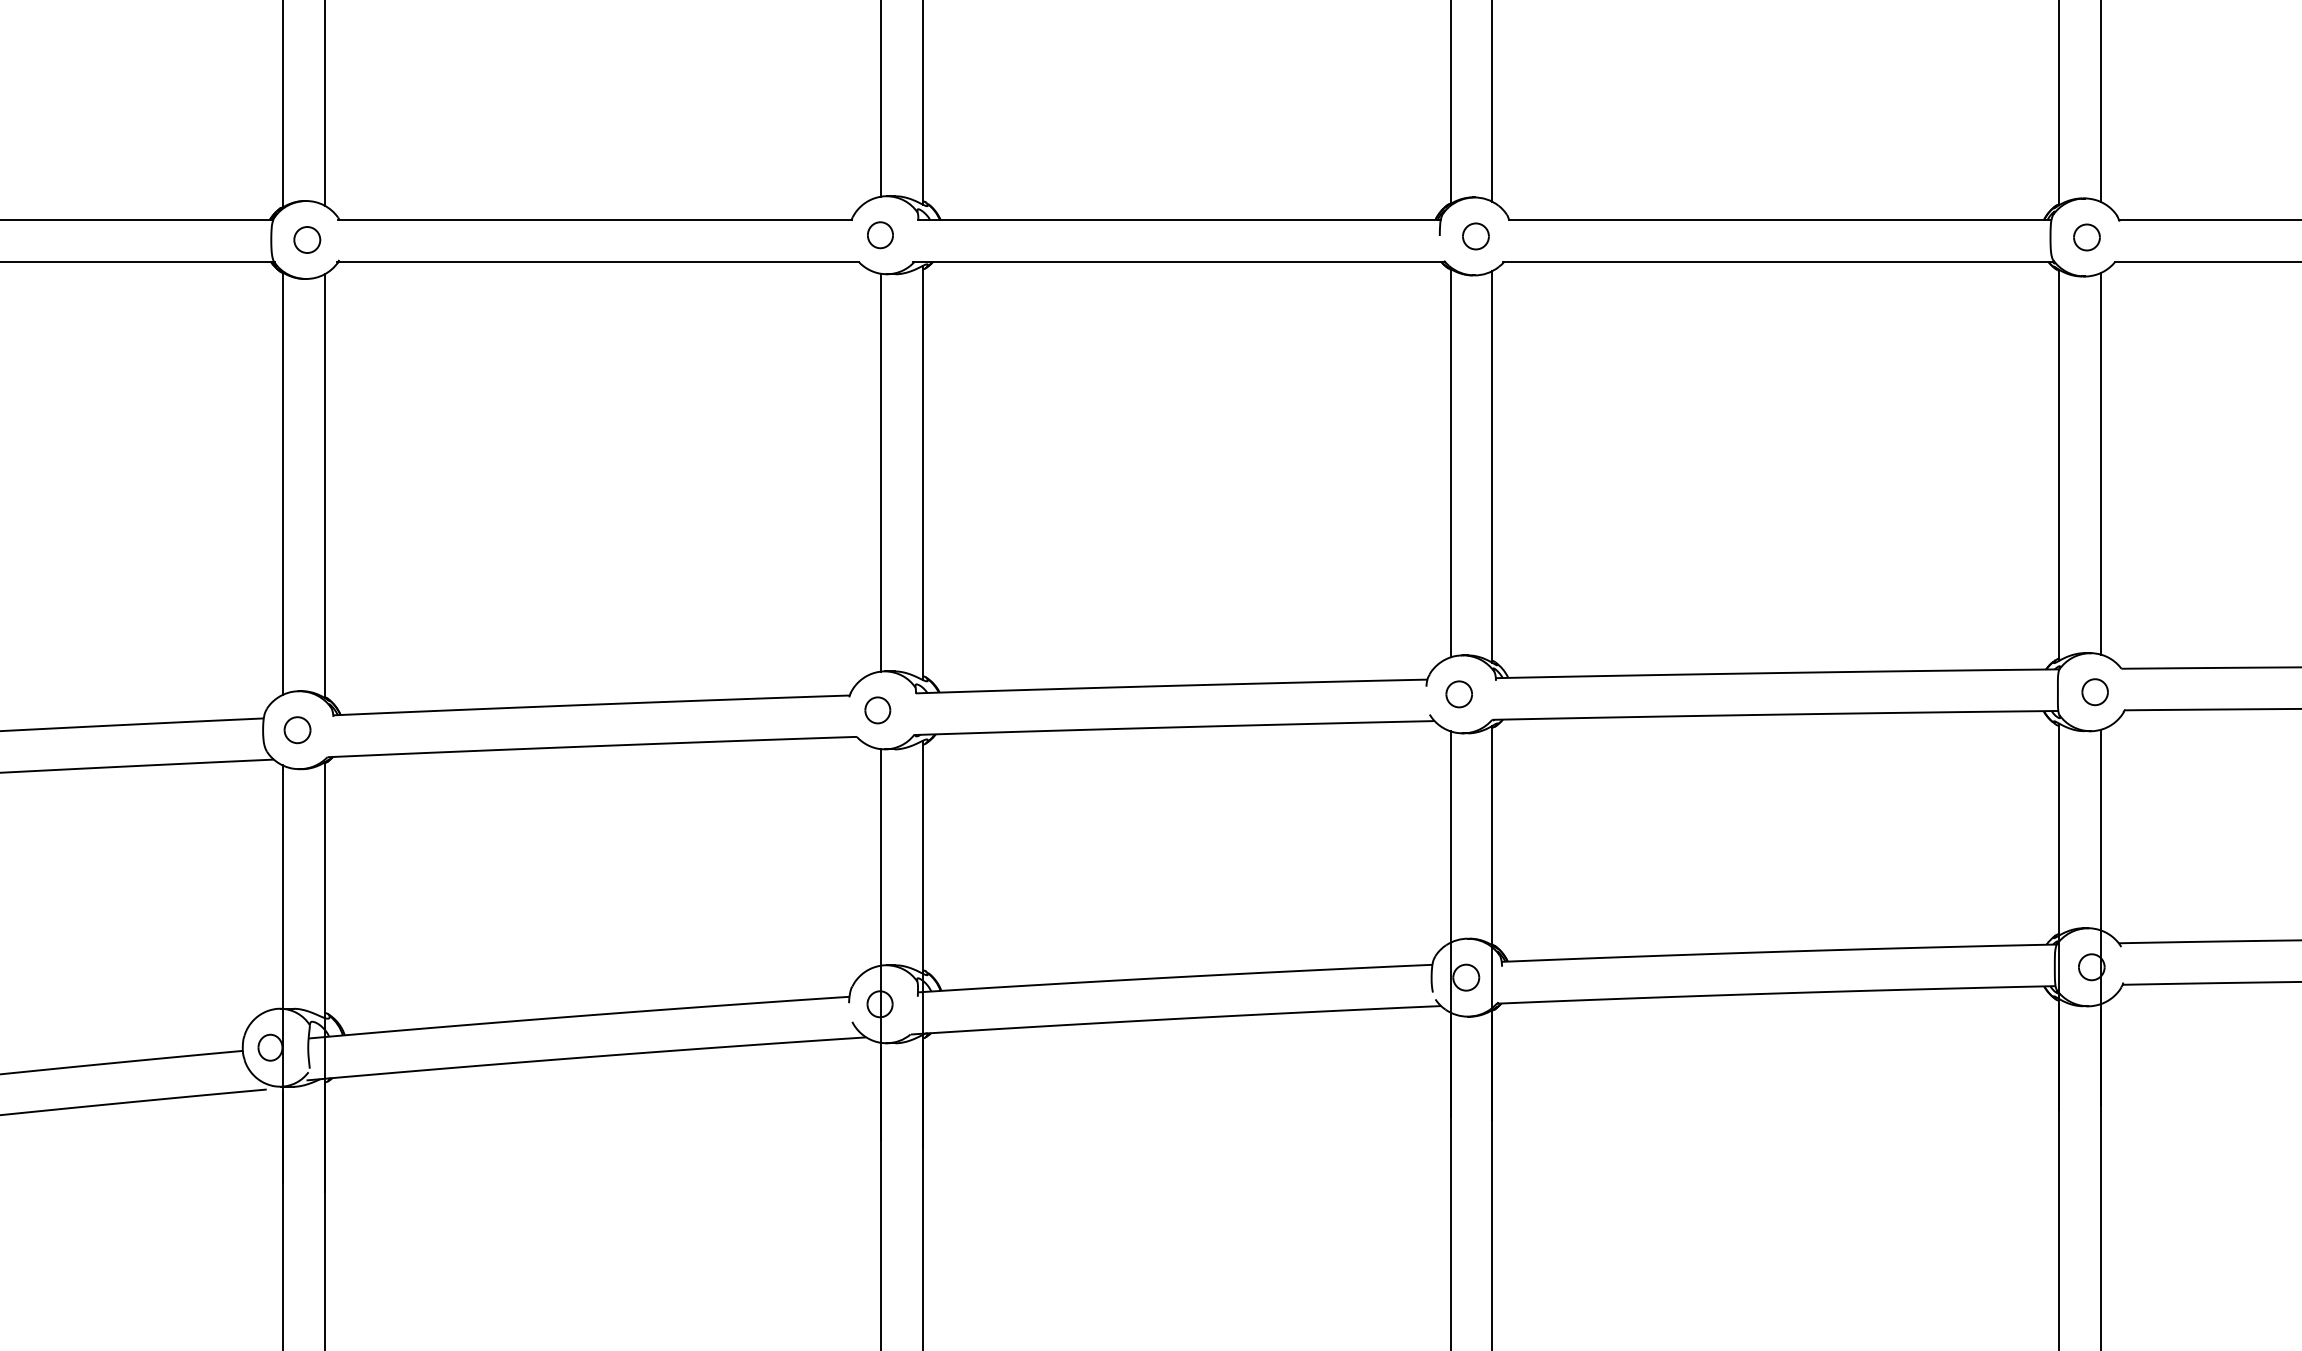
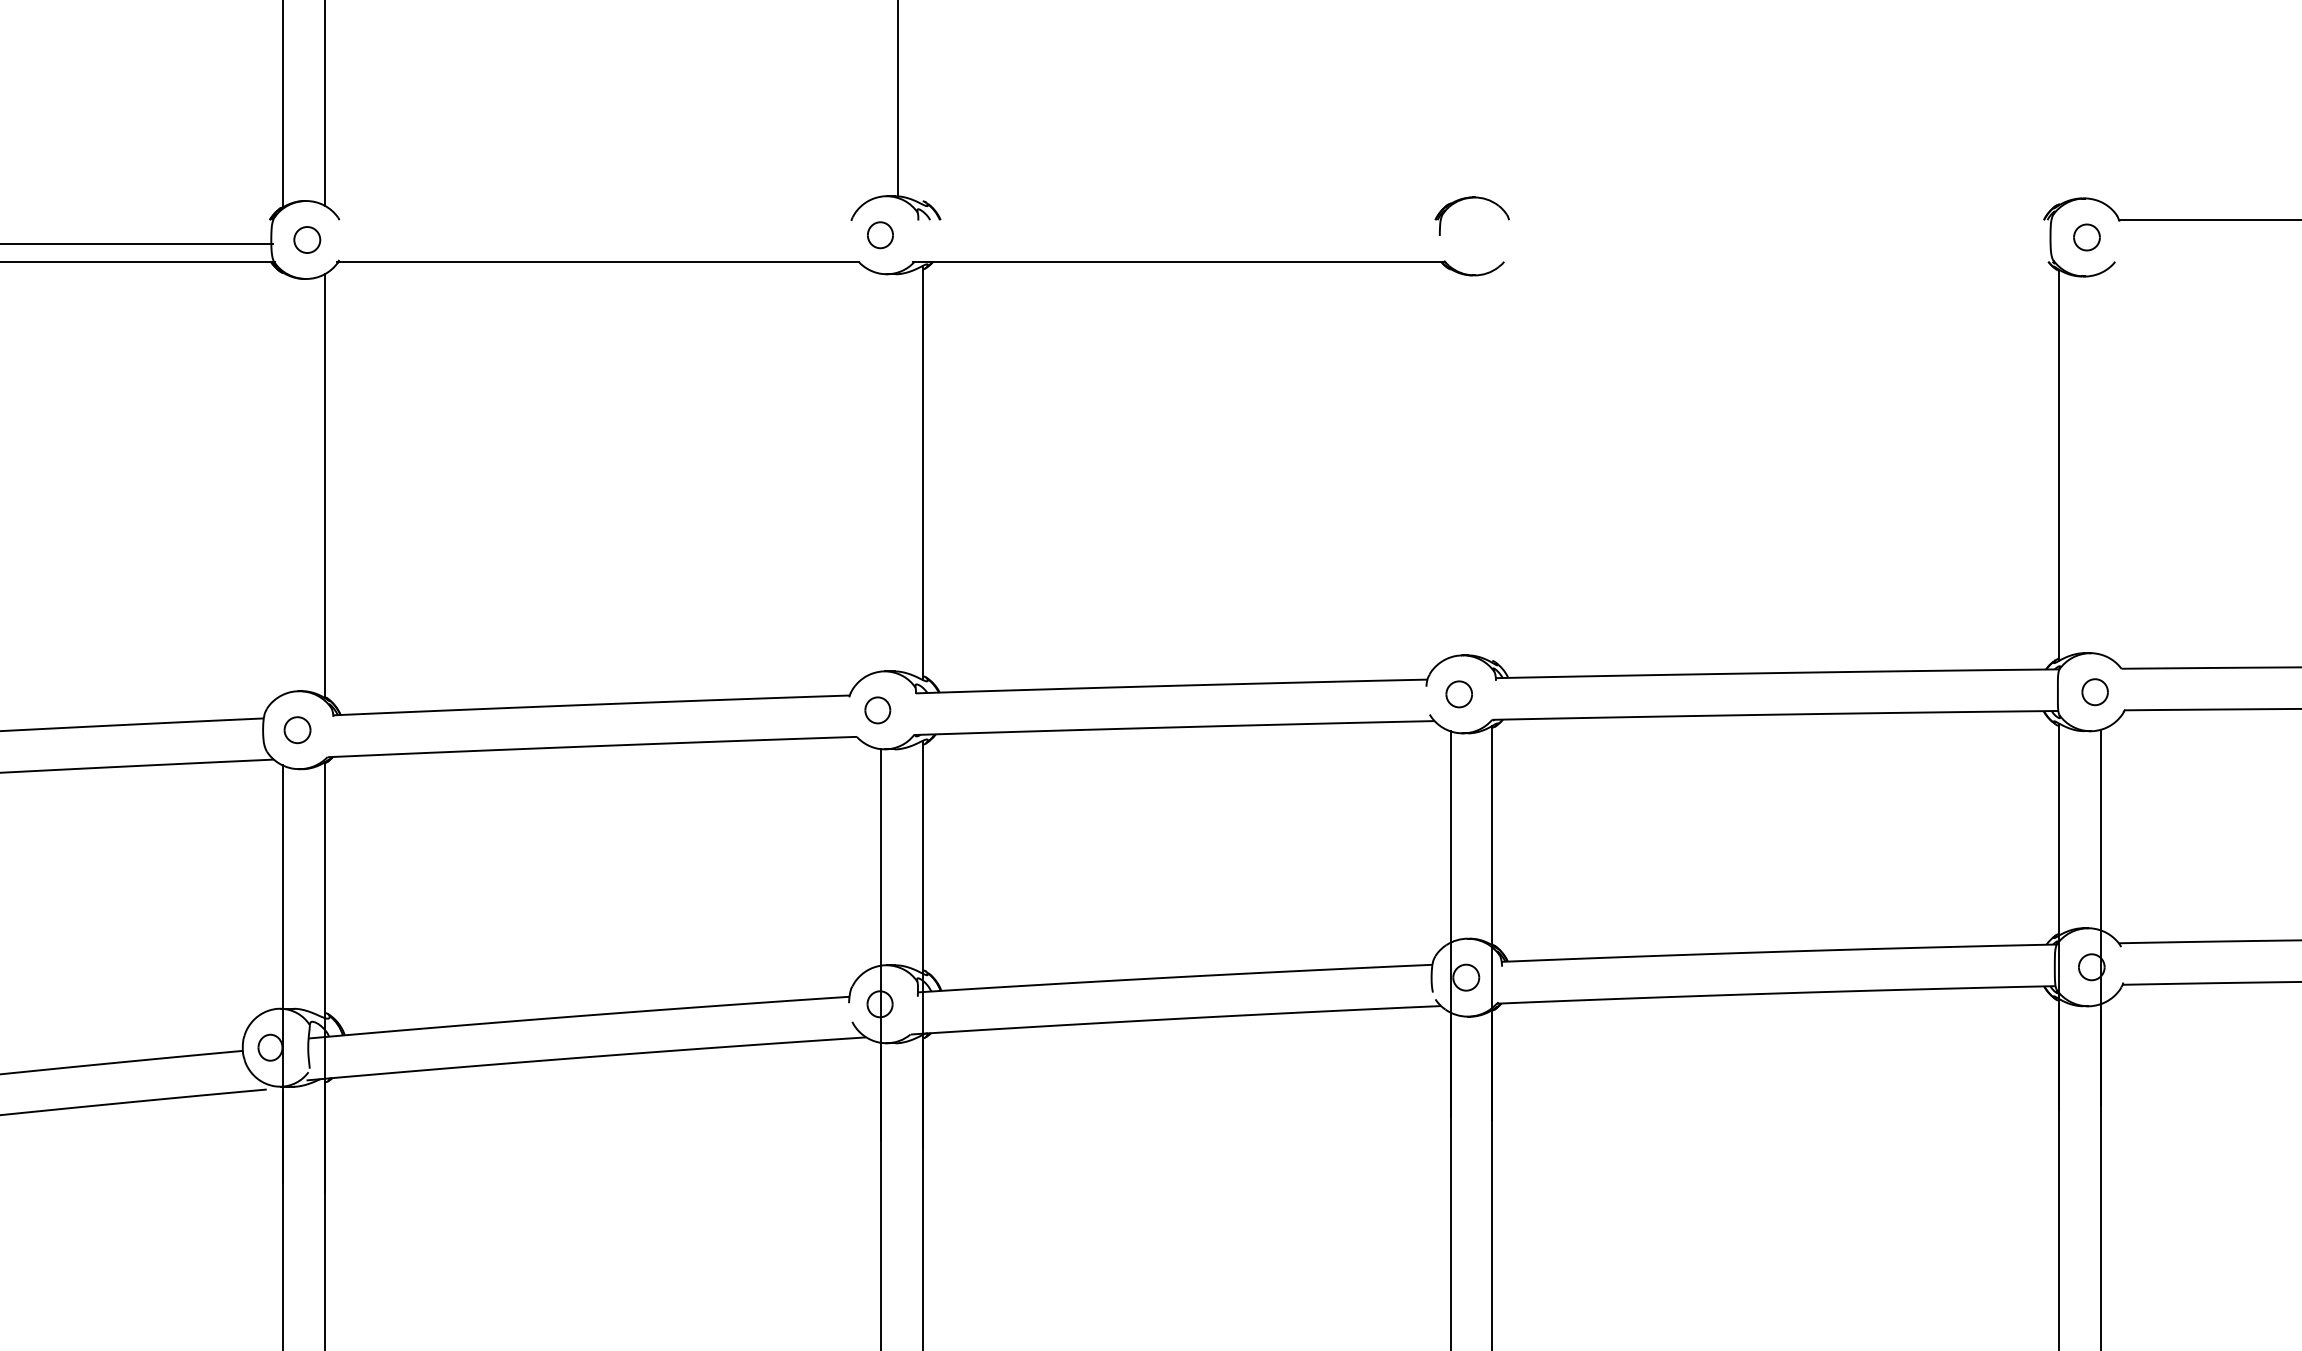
line at (881, 99) position: (881, 99) -> (898, 99)
line at (1492, 101): present -> none
line at (2100, 101): present -> none
line at (922, 103): present -> none
line at (1450, 103): present -> none
line at (2059, 103): present -> none
line at (137, 220) position: (137, 220) -> (137, 244)
line at (594, 220): present -> none
line at (1179, 220): present -> none
line at (1780, 220): present -> none
part at (1475, 236): present -> none
line at (1778, 261): present -> none
line at (2206, 261): present -> none
line at (1450, 462): present -> none
line at (2100, 463): present -> none
line at (1492, 466): present -> none
line at (881, 472): present -> none
line at (282, 483): present -> none
